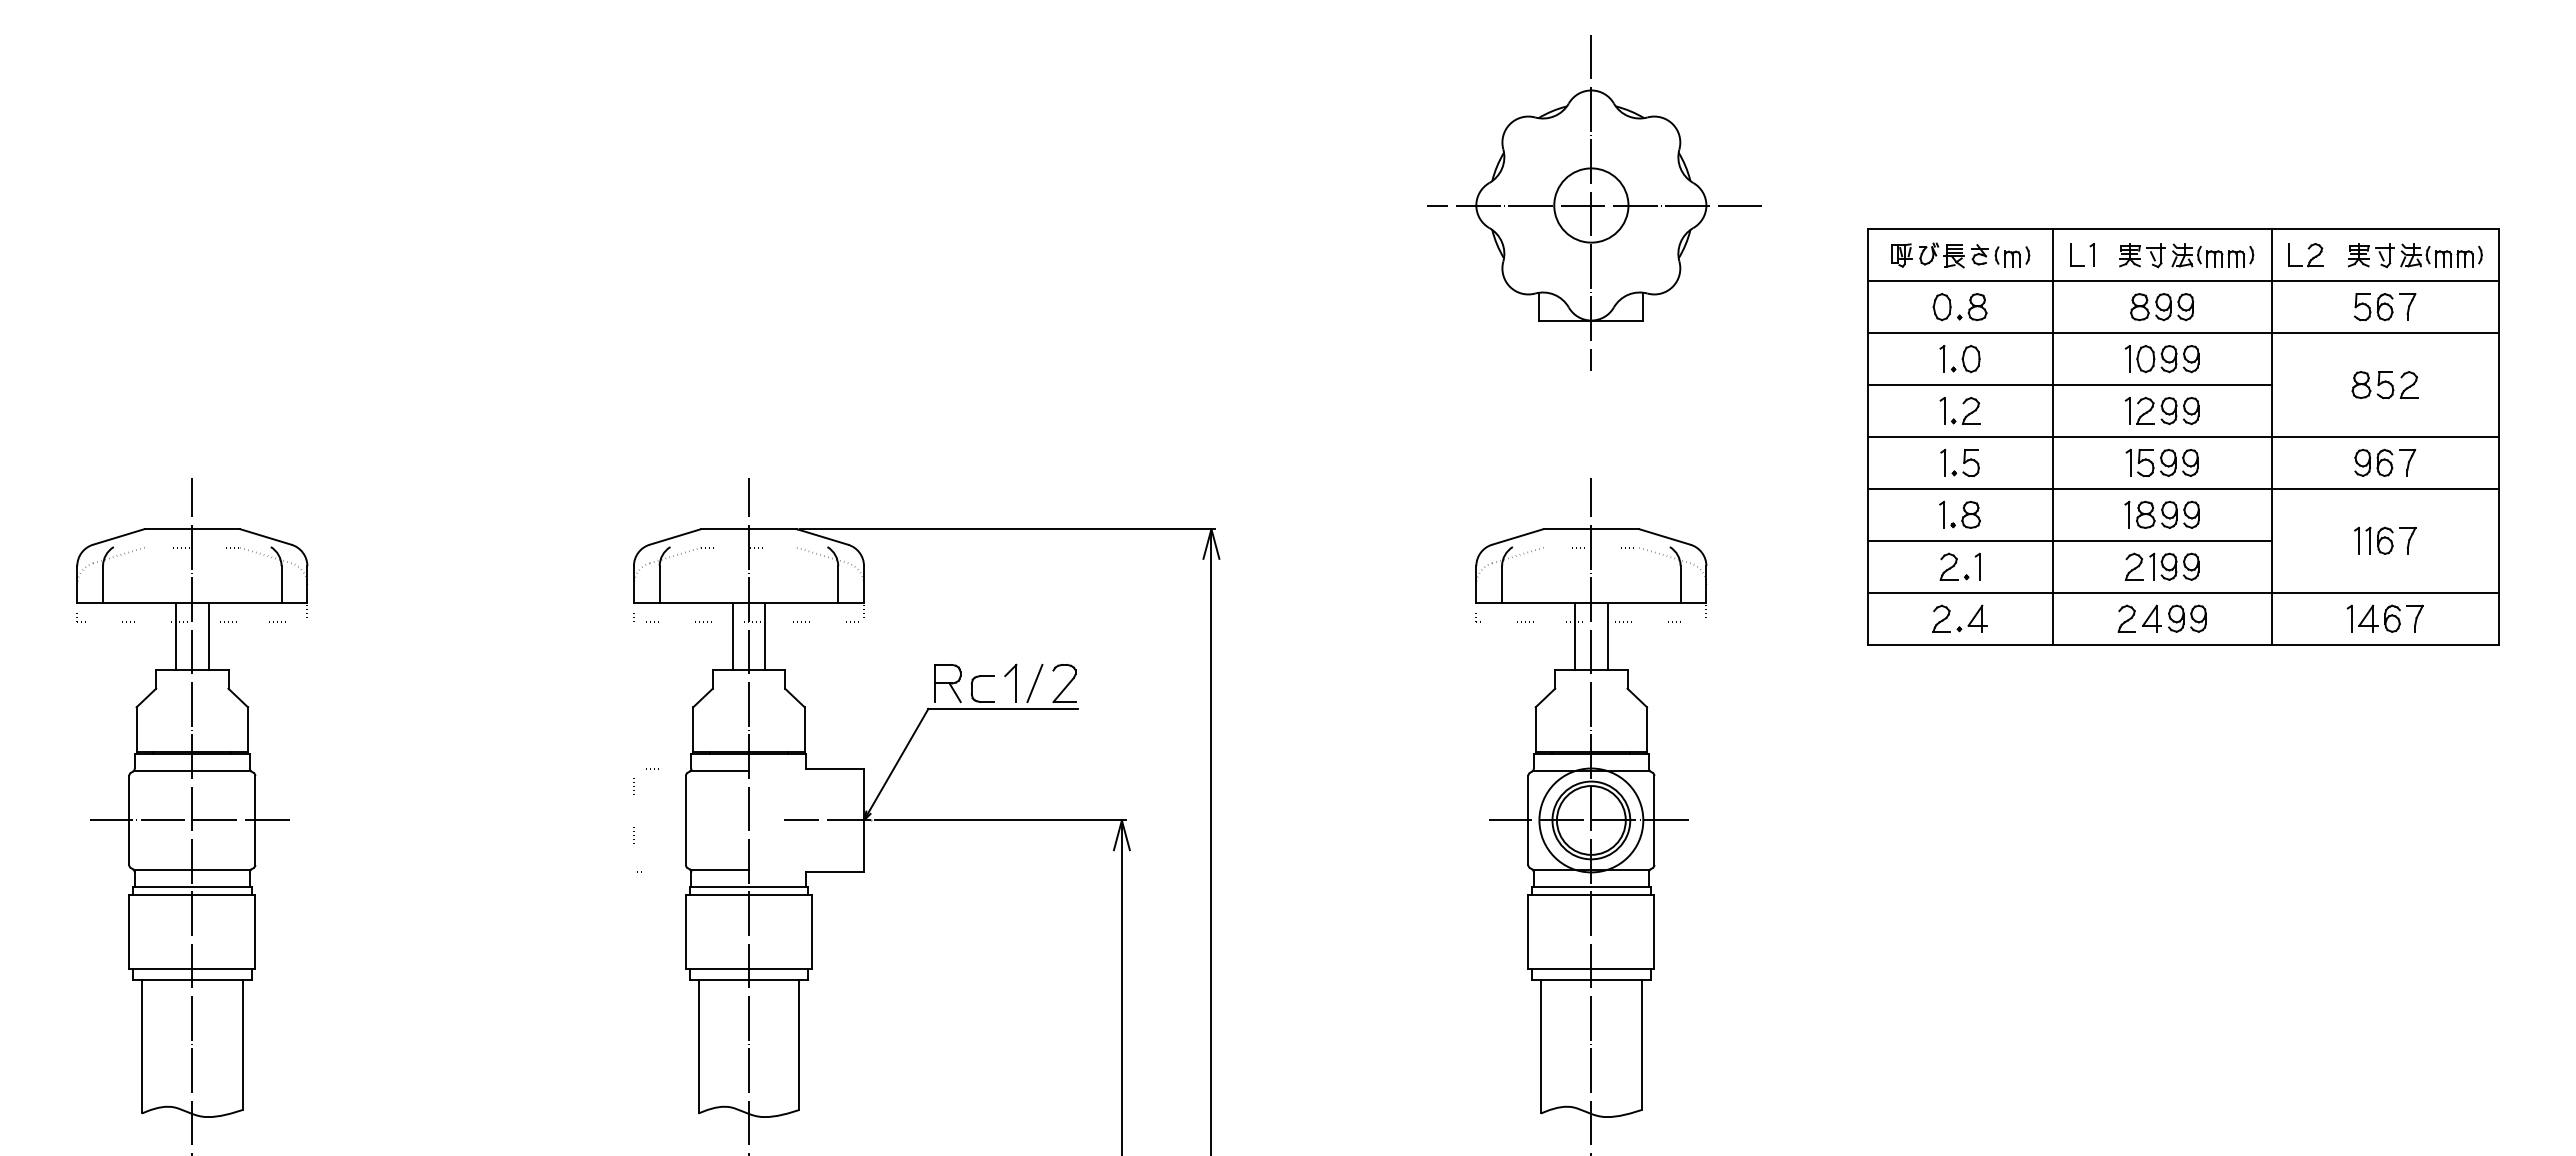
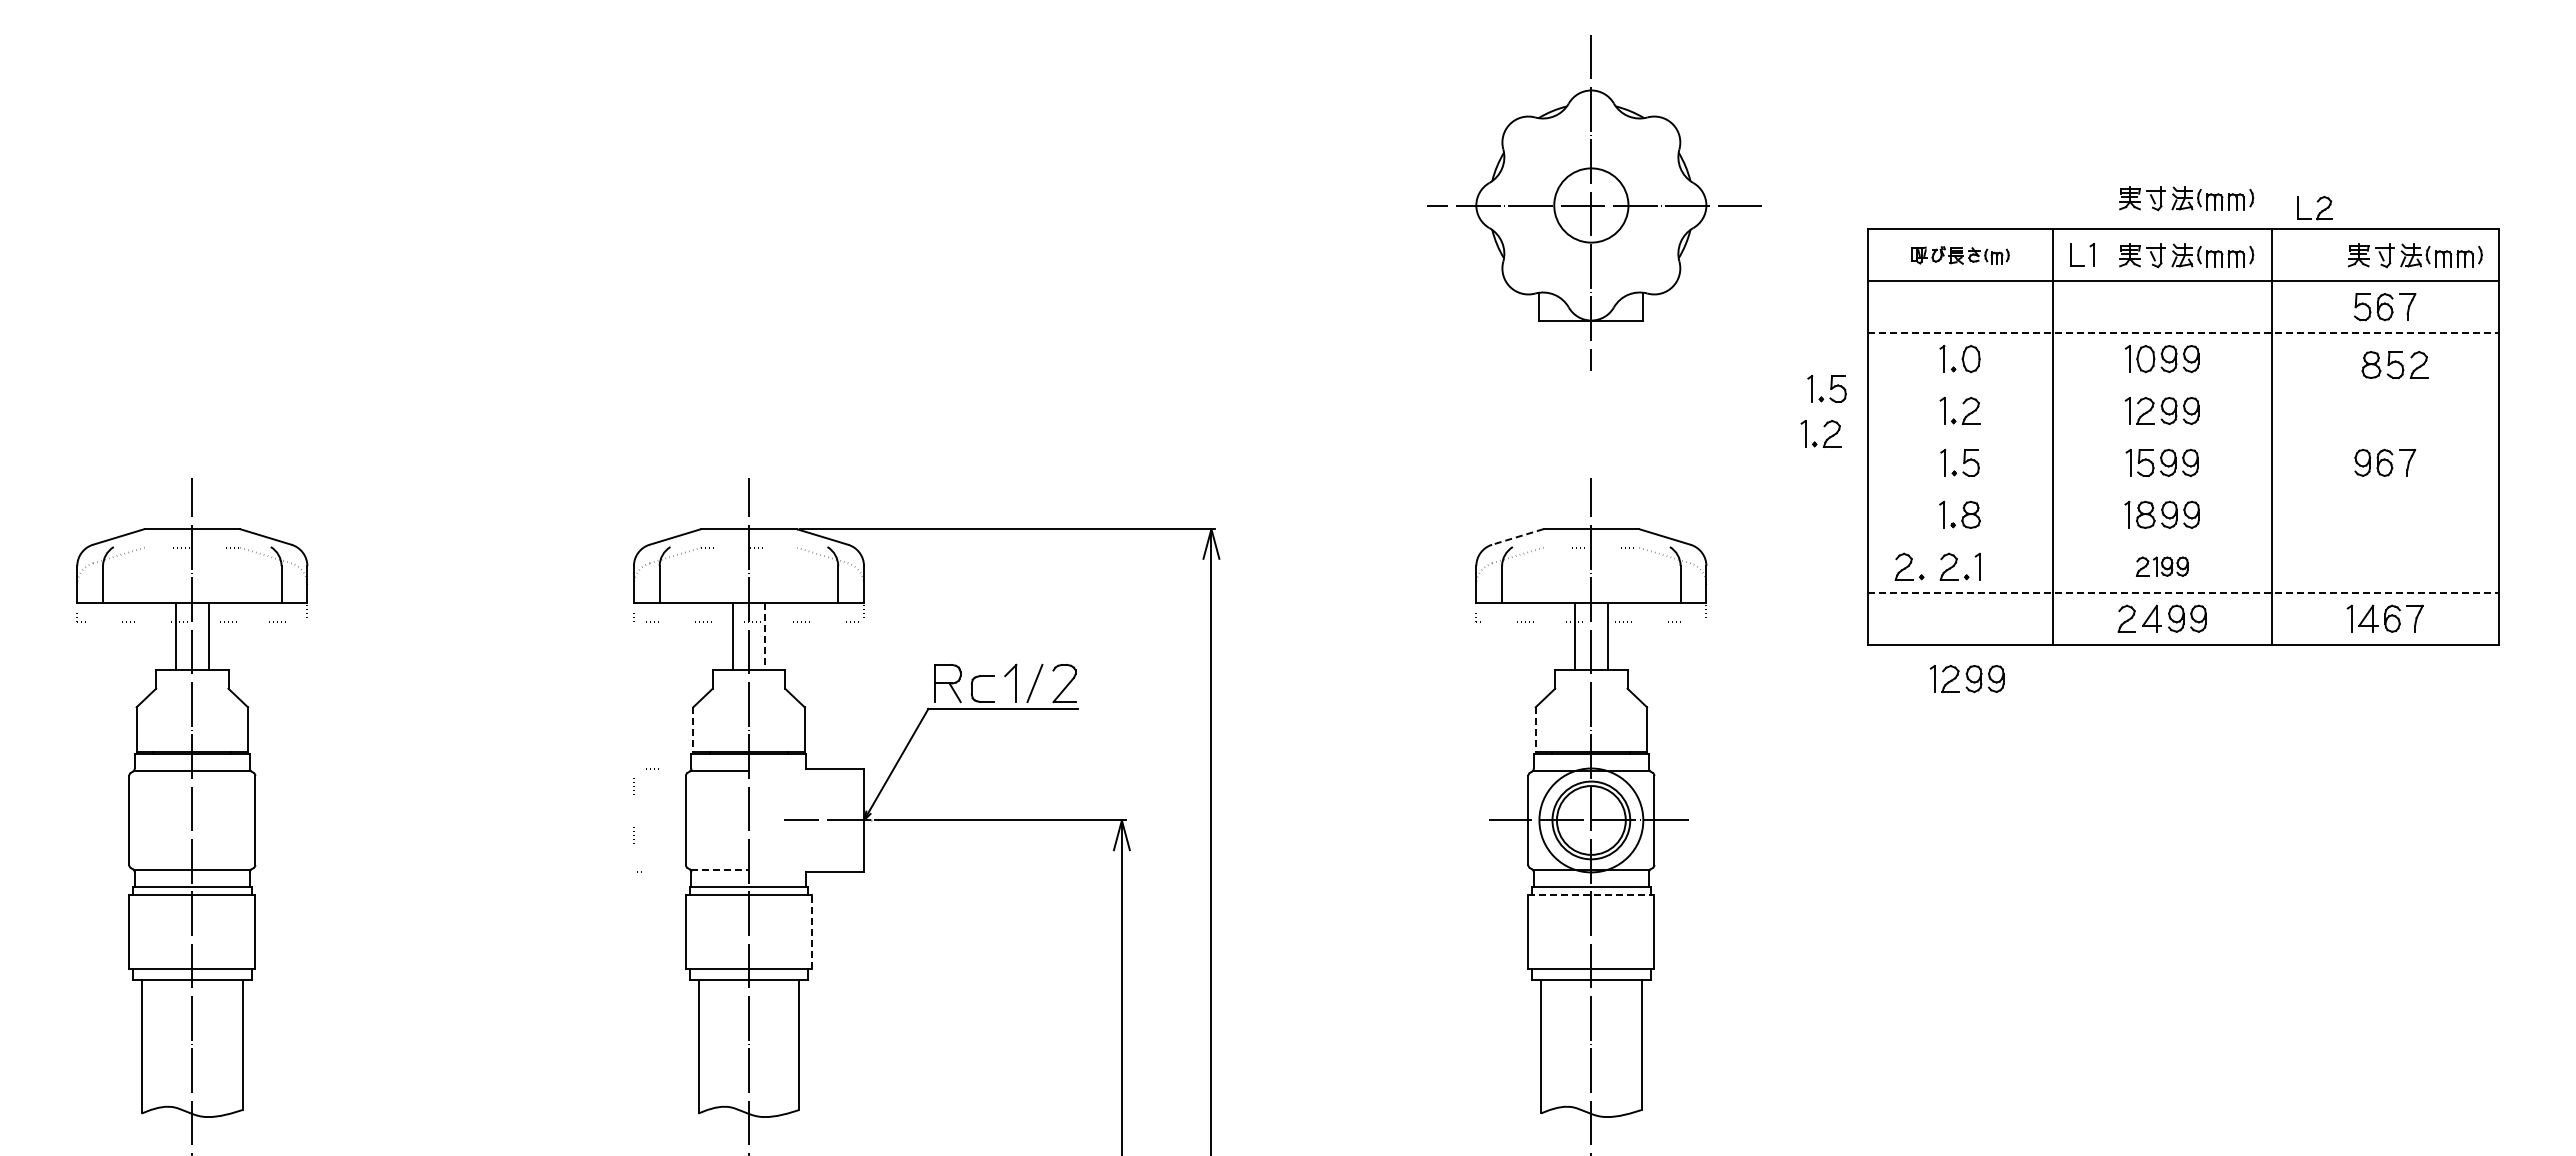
part at (2186, 198): none -> present
part at (1960, 255) size: 140x27 px -> 99x19 px
part at (2310, 259) position: (2310, 259) -> (2319, 212)
part at (2161, 307): present -> none
part at (1959, 314): present -> none
line at (2183, 333): solid -> dashed
line at (2069, 385): present -> none
part at (2384, 385) position: (2384, 385) -> (2394, 365)
part at (1826, 388): none -> present
part at (1824, 427): none -> present
line at (2182, 436): present -> none
line at (2182, 488): present -> none
line at (1517, 536): solid -> dashed
line at (2069, 540): present -> none
part at (2385, 540): present -> none
part at (1909, 566): none -> present
part at (2162, 566) size: 75x29 px -> 54x21 px
line at (2183, 592): solid -> dashed
part at (1959, 626): present -> none
line at (765, 637): solid -> dashed
part at (1966, 679): none -> present
line at (693, 730): solid -> dashed
line at (1535, 730): solid -> dashed
line at (189, 820): present -> none
line at (720, 870): solid -> dashed
line at (1591, 894): solid -> dashed
line at (812, 931): solid -> dashed
